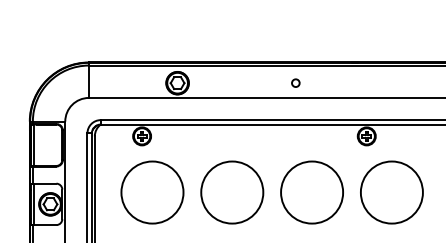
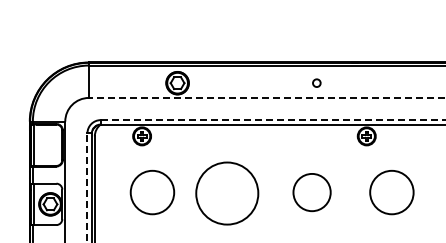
circle at (295, 82) position: (295, 82) -> (316, 82)
line at (266, 97): solid -> dashed
line at (273, 120): solid -> dashed
line at (87, 187): solid -> dashed
circle at (152, 192) diameter: 62 px -> 43 px
circle at (232, 192) position: (232, 192) -> (227, 193)
circle at (312, 192) diameter: 62 px -> 37 px
circle at (391, 192) diameter: 62 px -> 43 px
